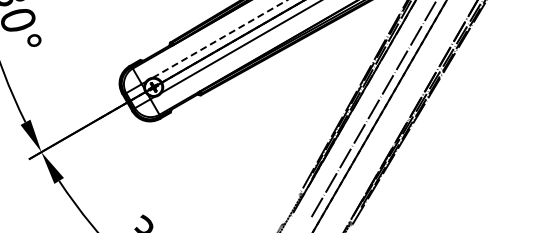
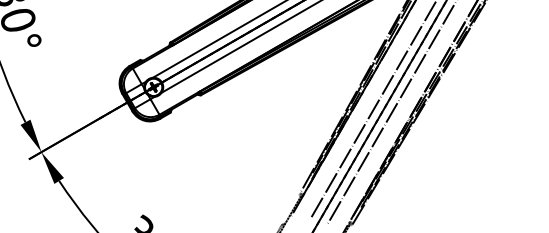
line at (220, 38): dashed -> solid
line at (390, 113): none -> present
